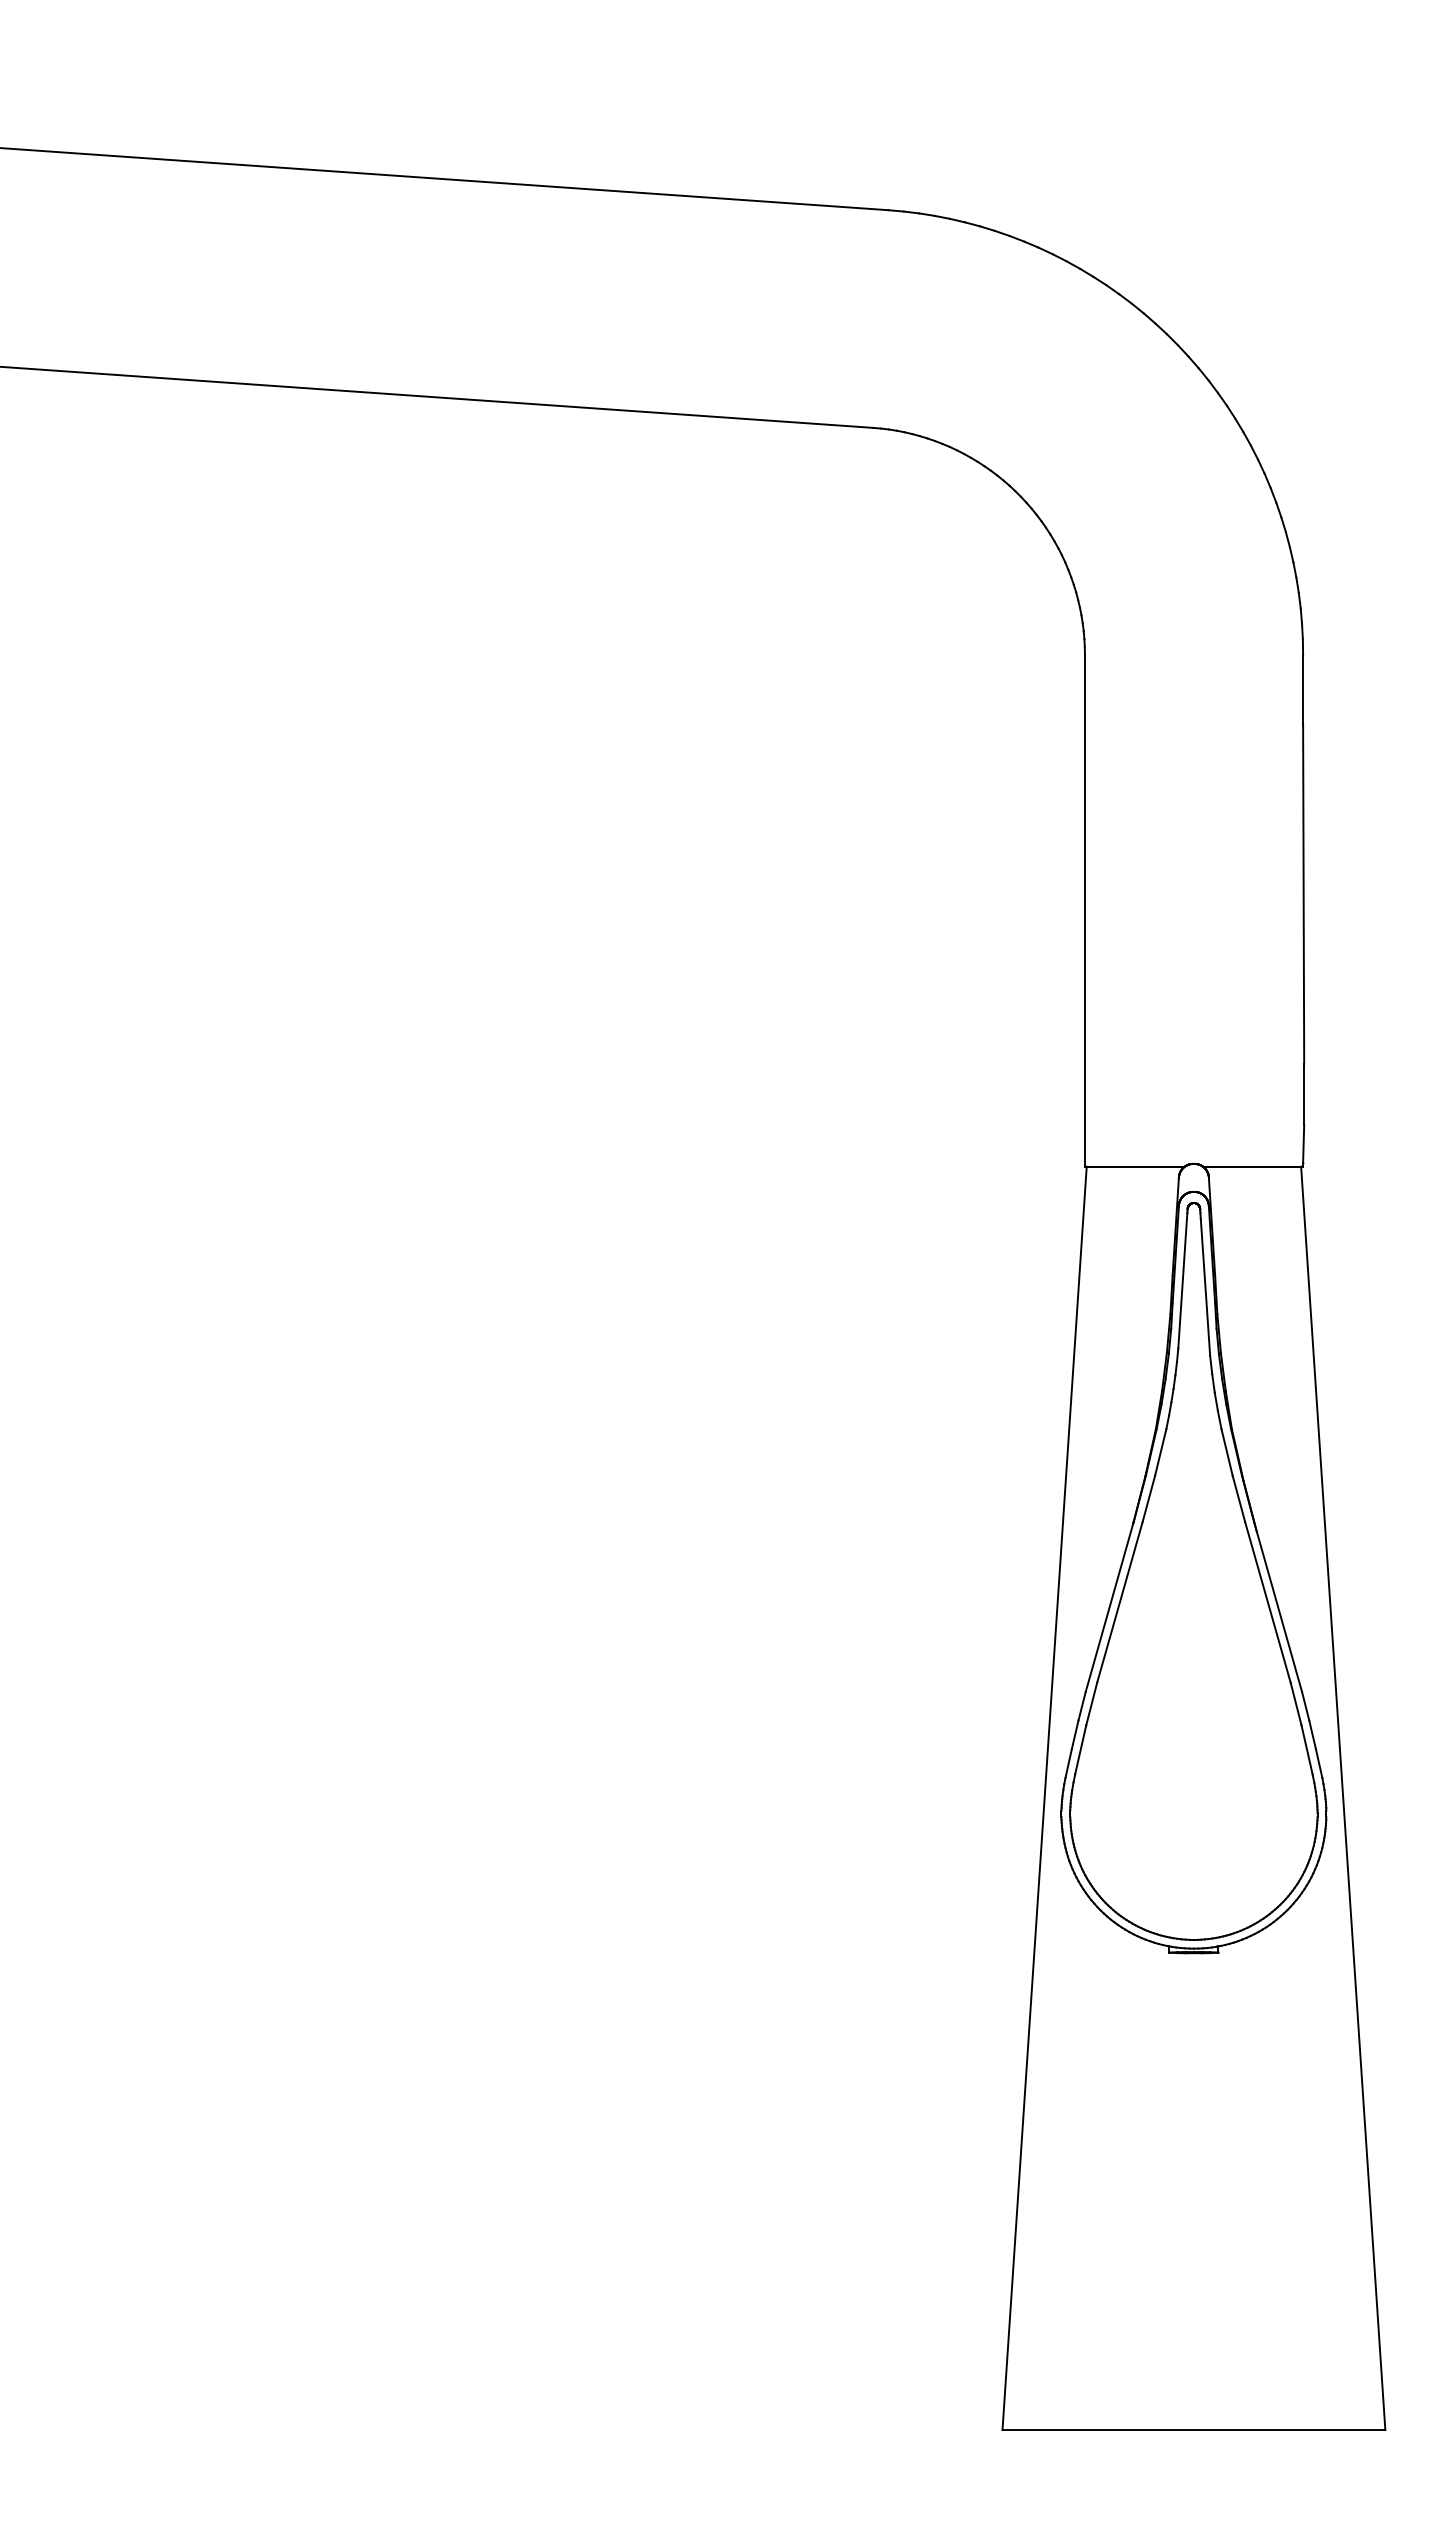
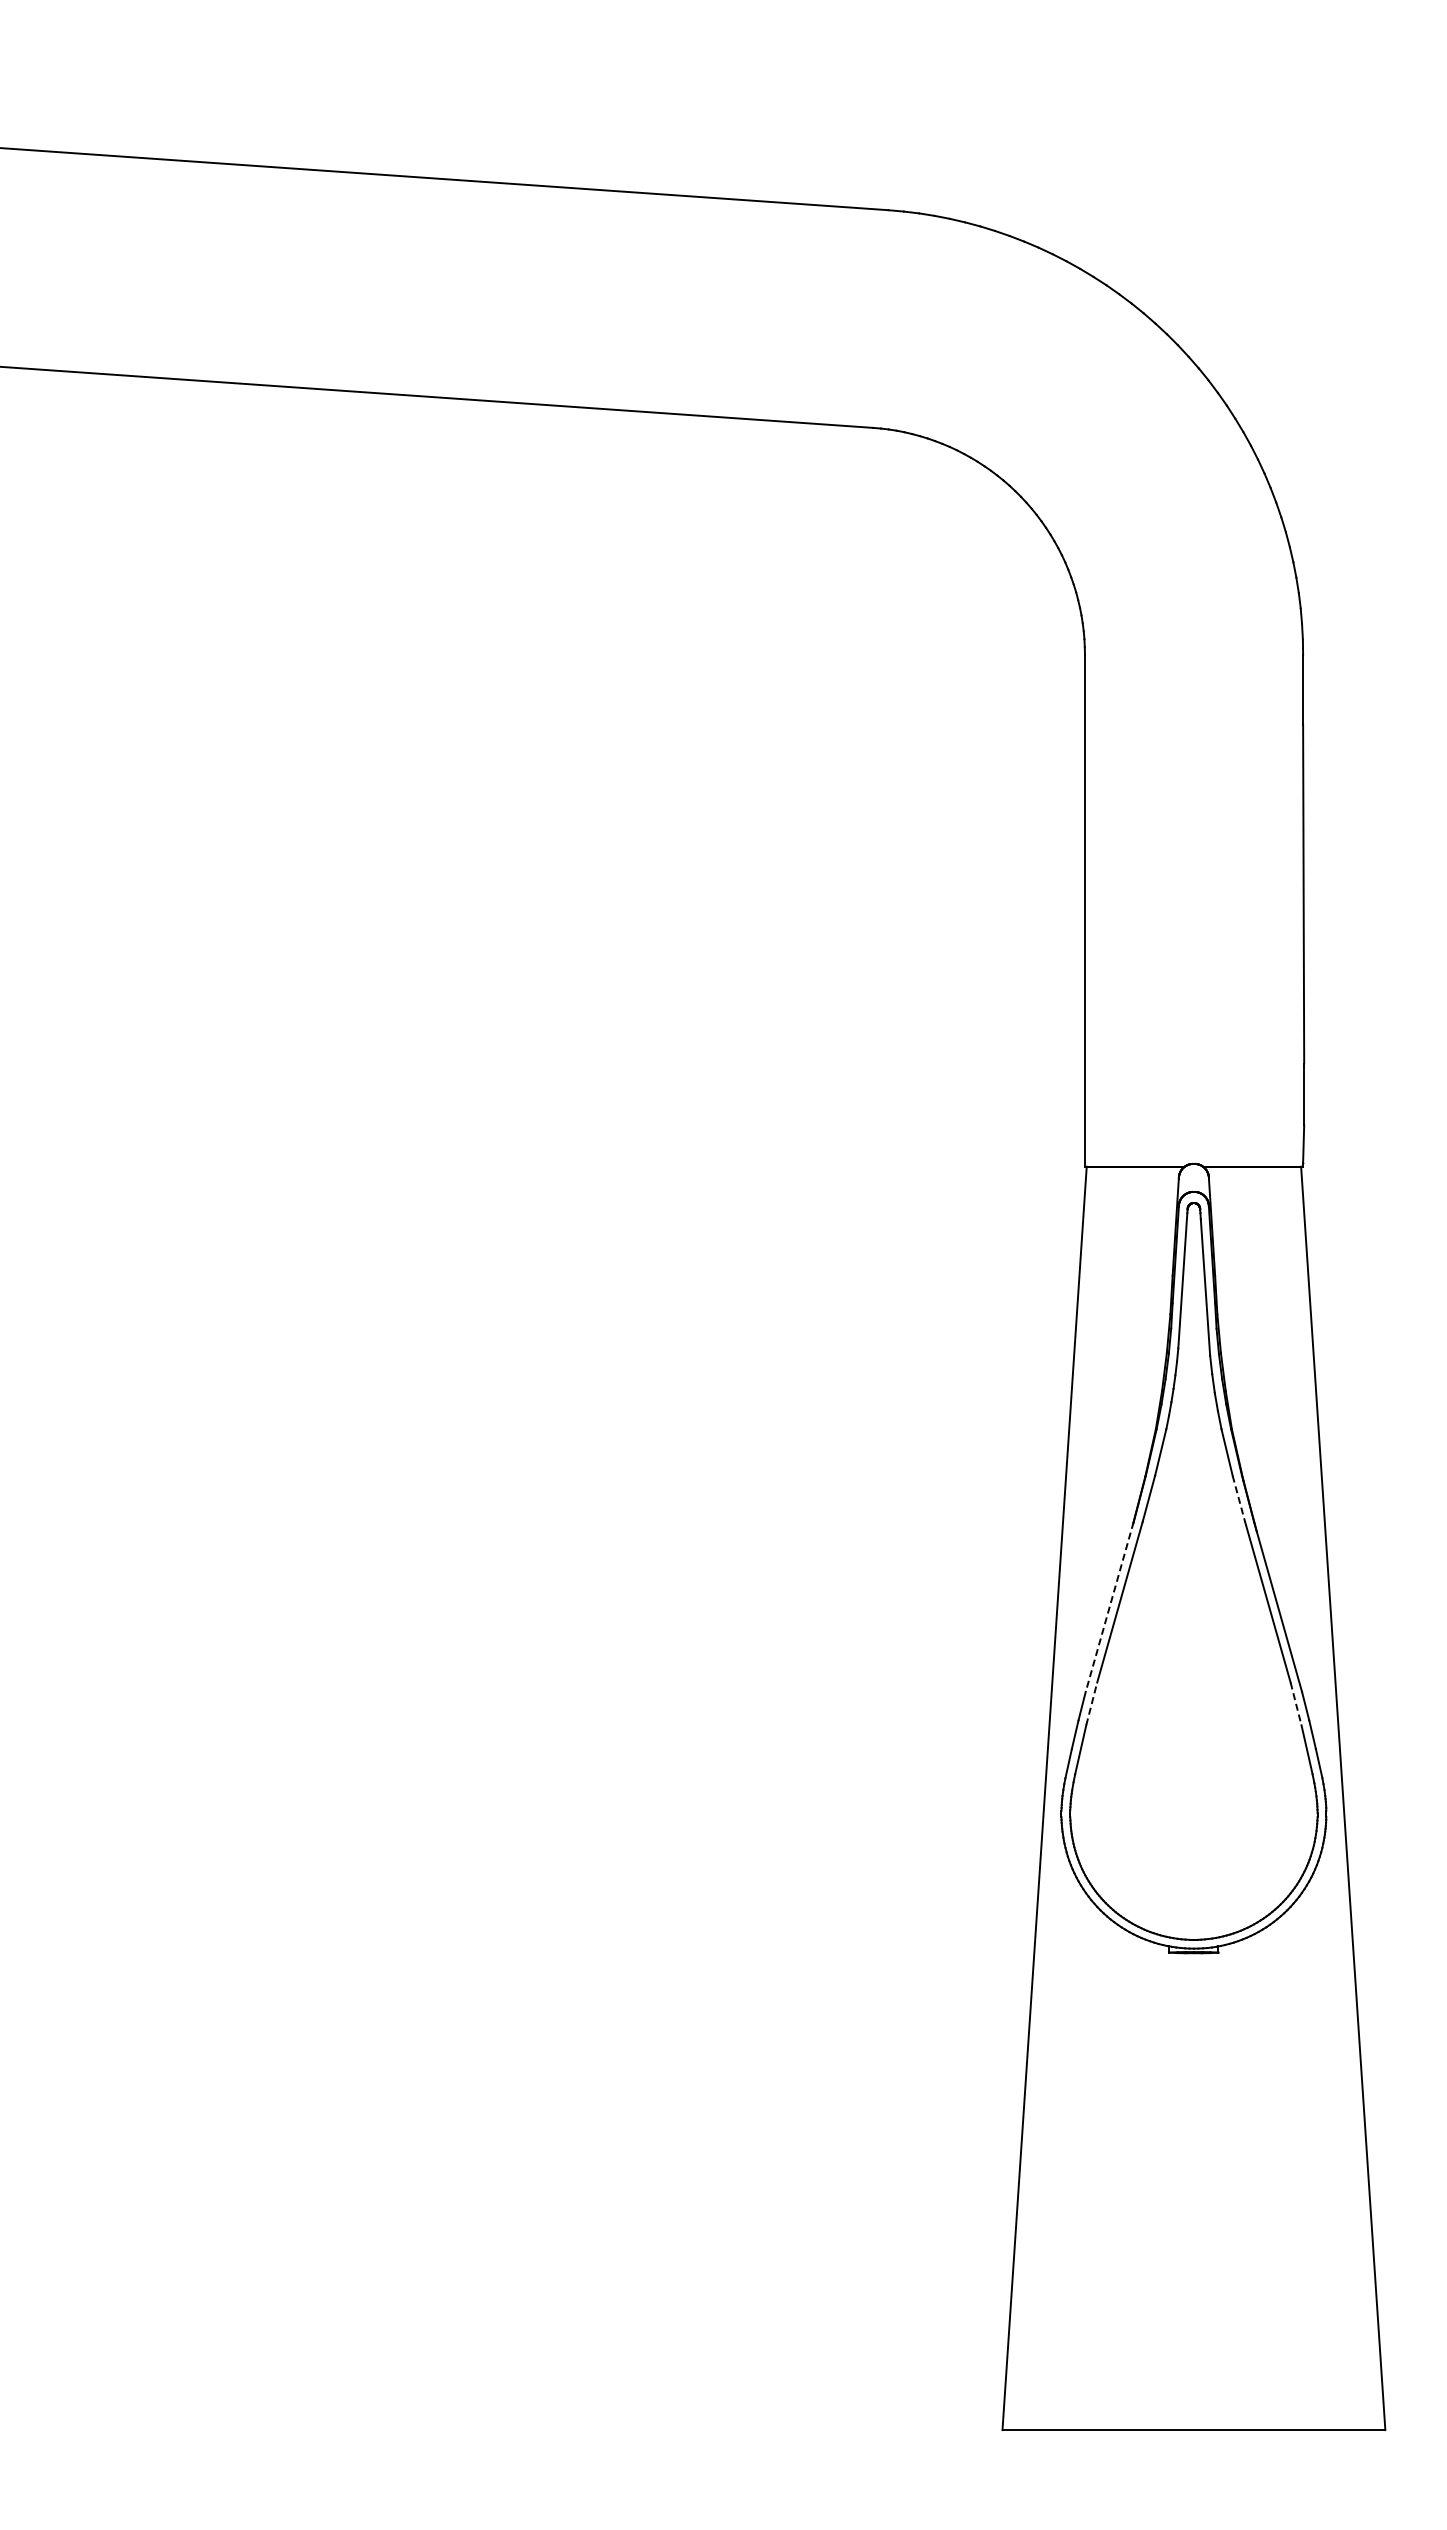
line at (1238, 1498): solid -> dashed
line at (1109, 1607): solid -> dashed
line at (1091, 1703): solid -> dashed
line at (1296, 1704): solid -> dashed
